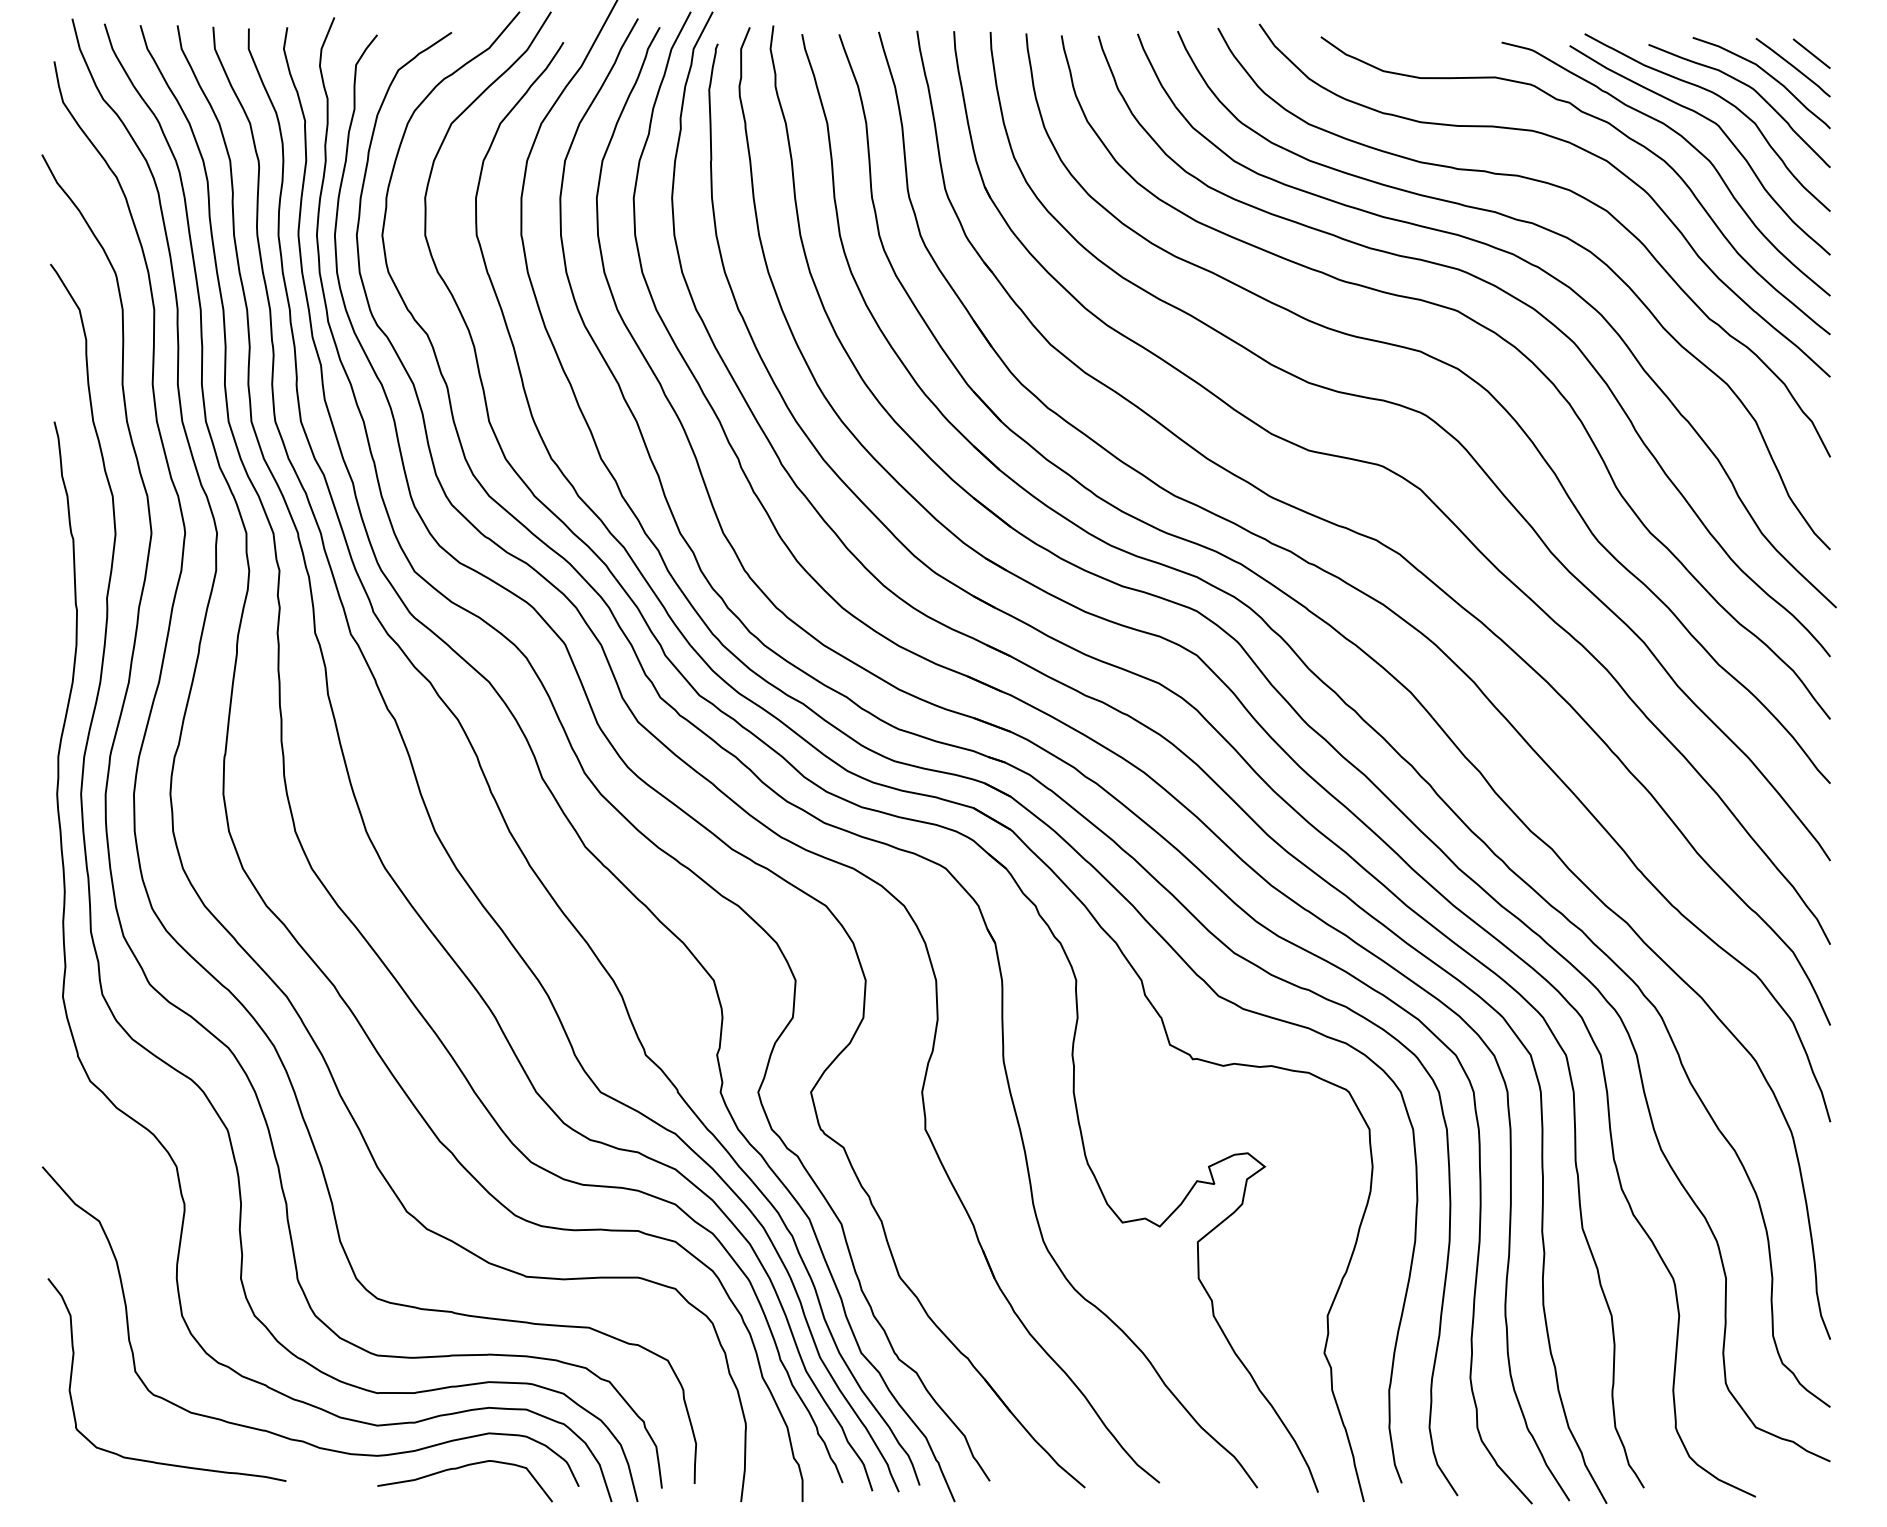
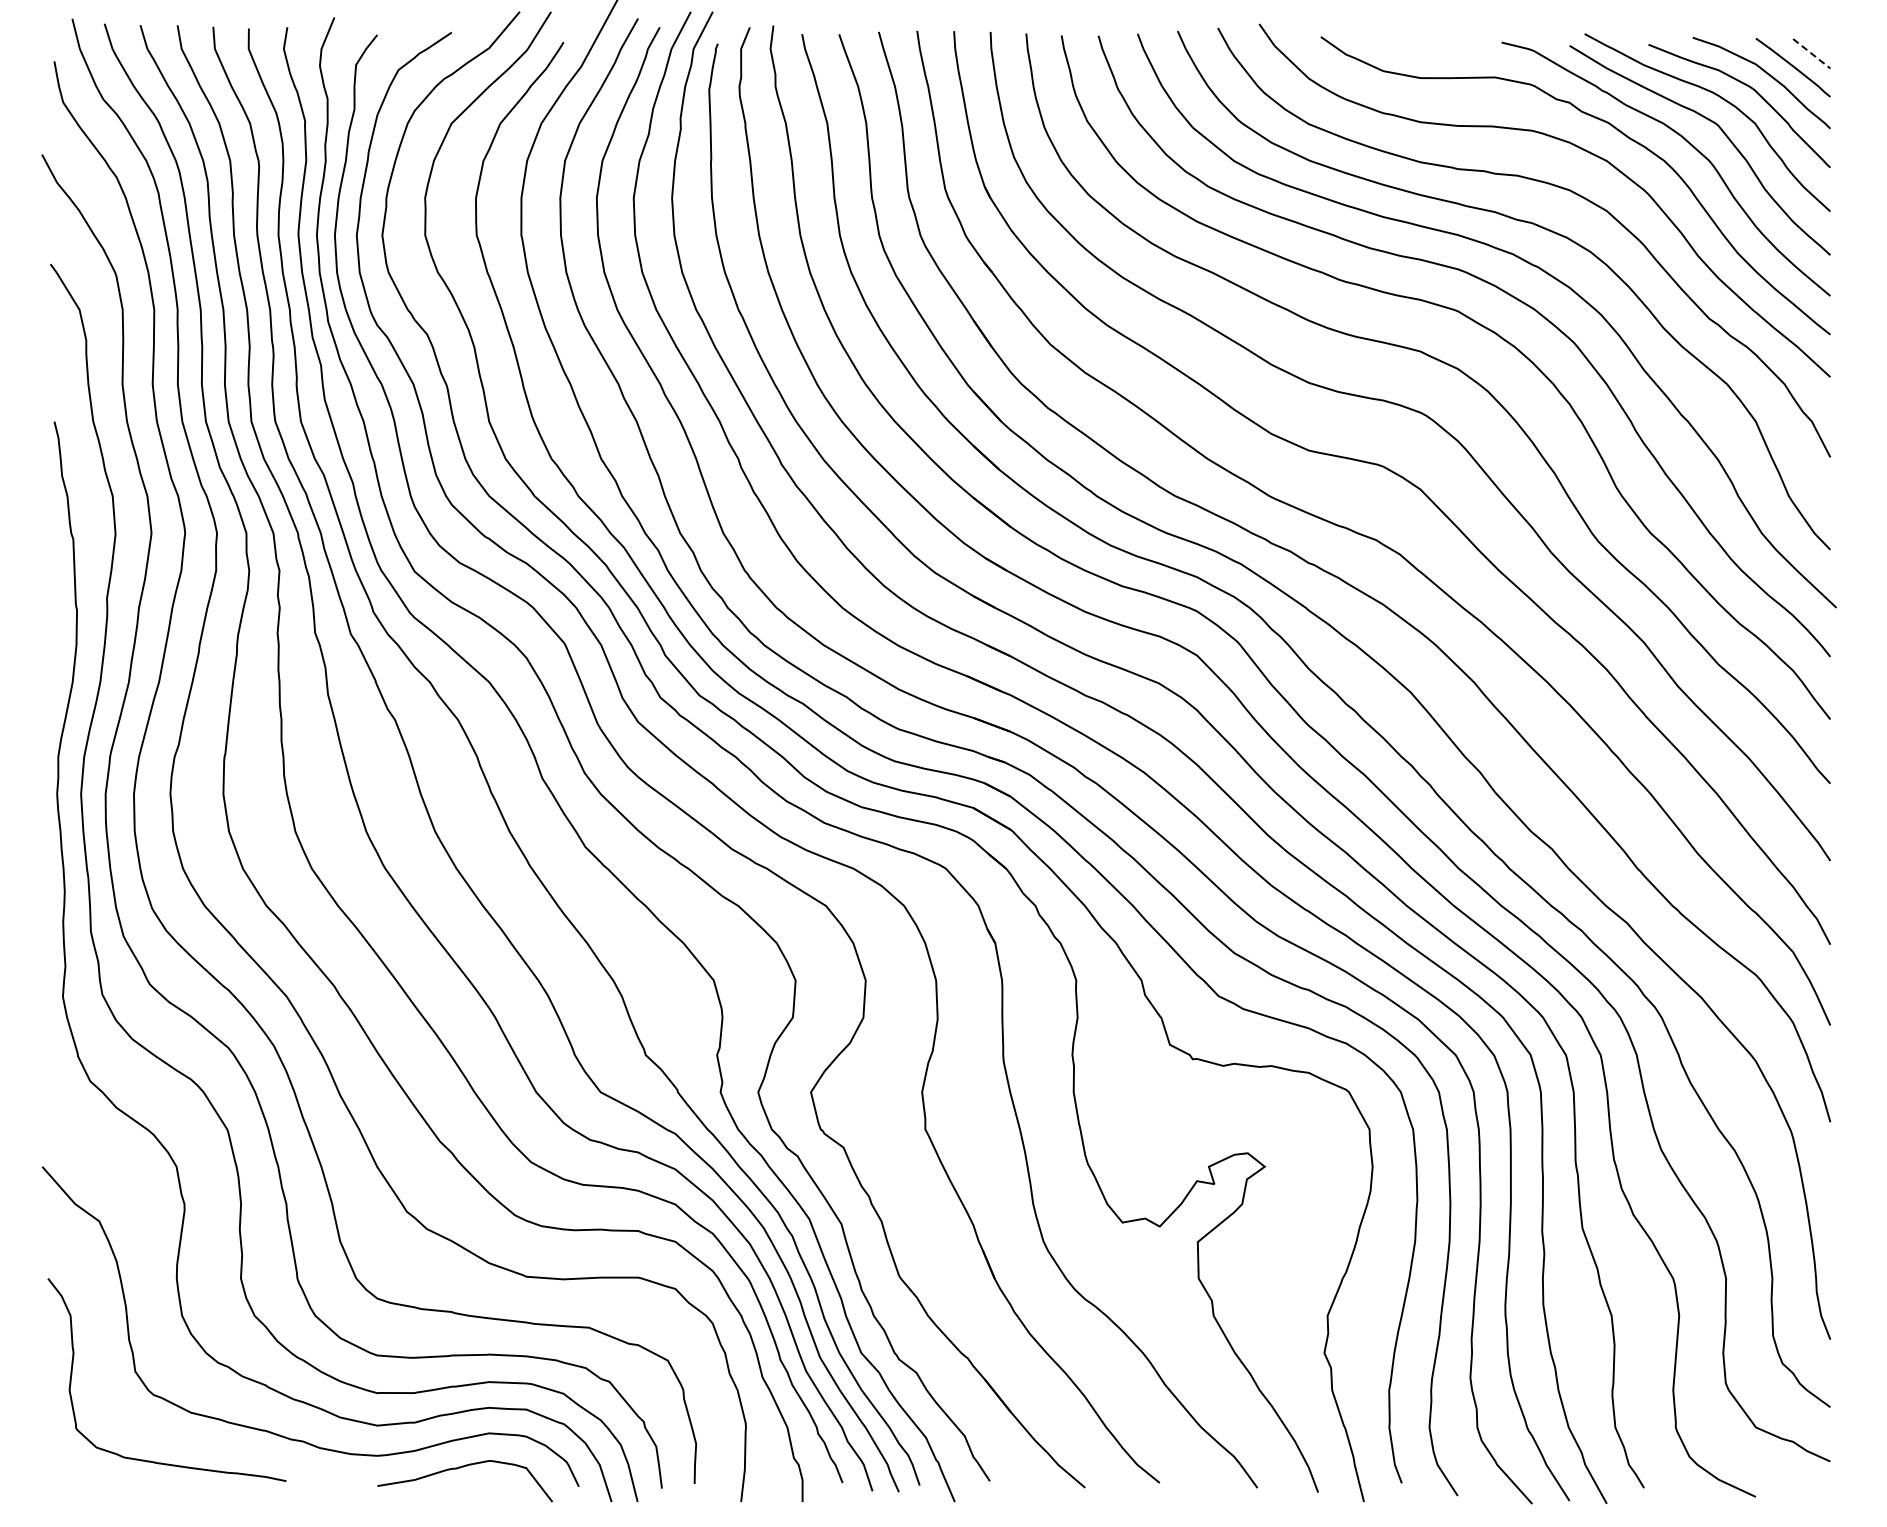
line at (1811, 53): solid -> dashed
